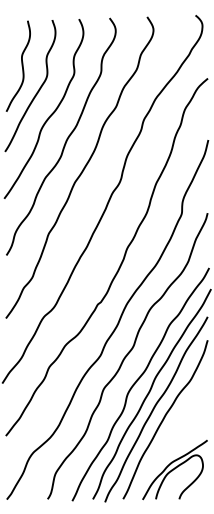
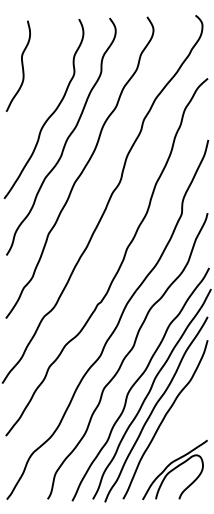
curve at (37, 90): present -> none
